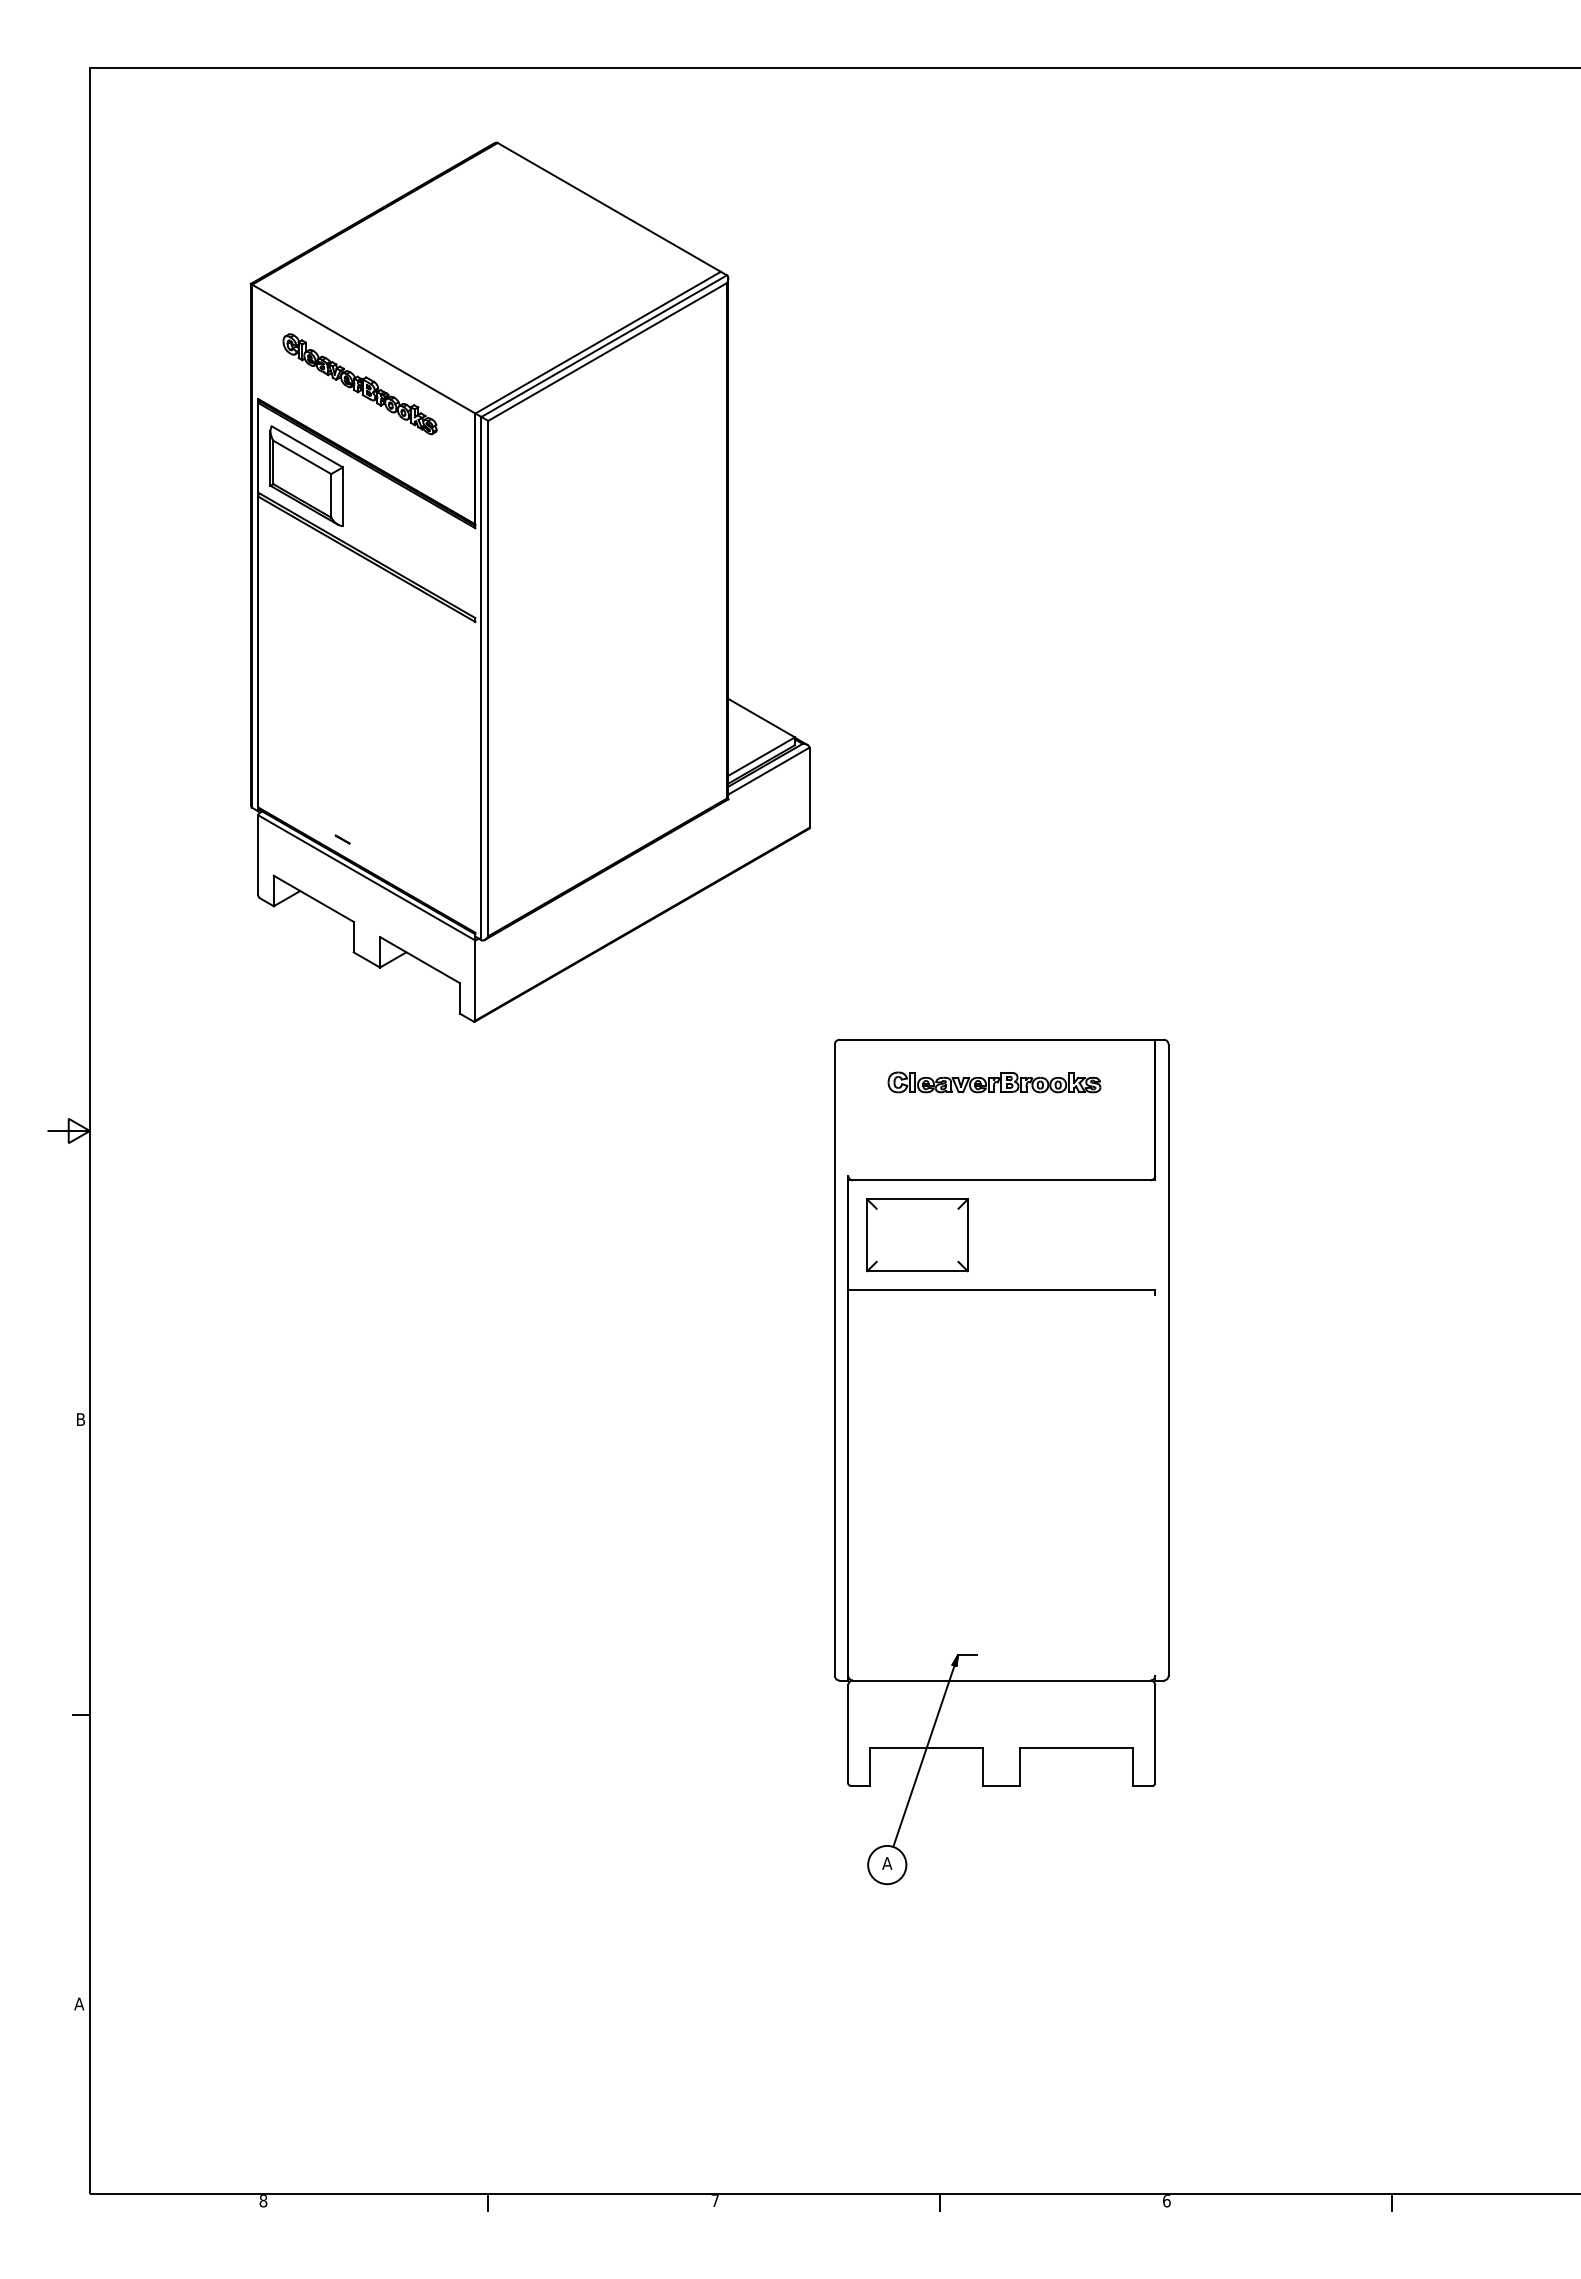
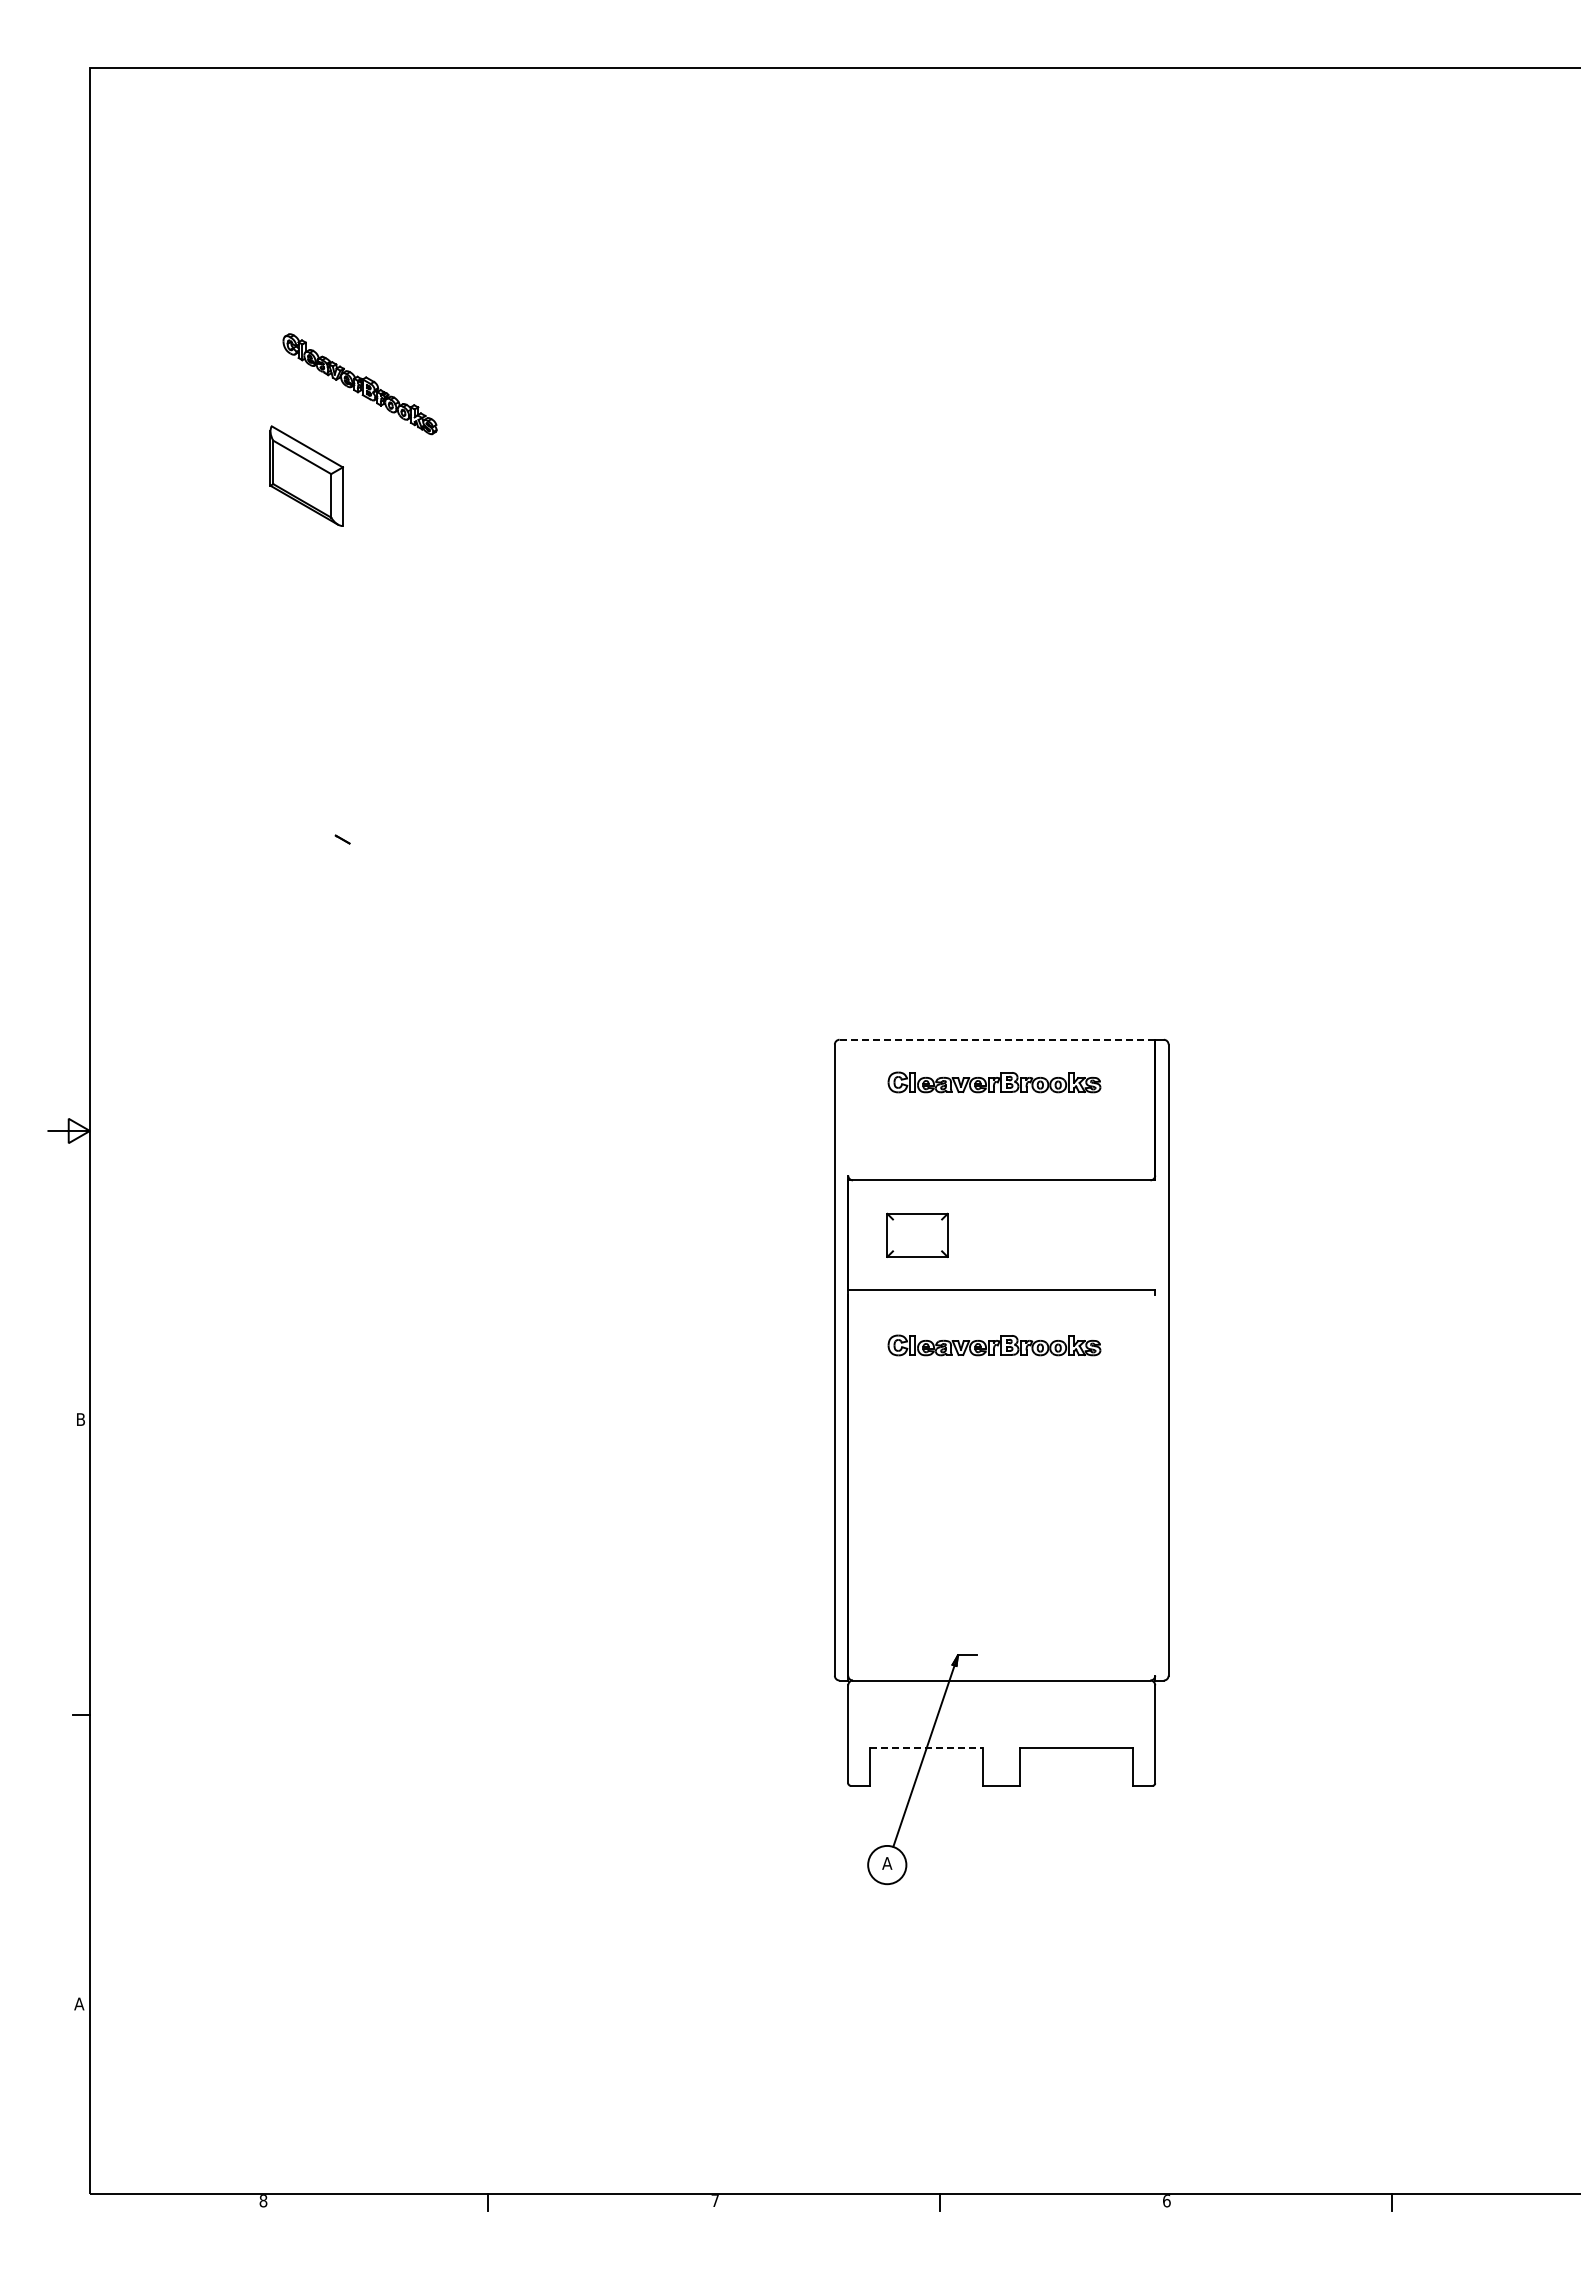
part at (529, 581): present -> none
line at (997, 1039): solid -> dashed
part at (917, 1235) size: 103x75 px -> 63x46 px
part at (994, 1345): none -> present
line at (927, 1748): solid -> dashed
